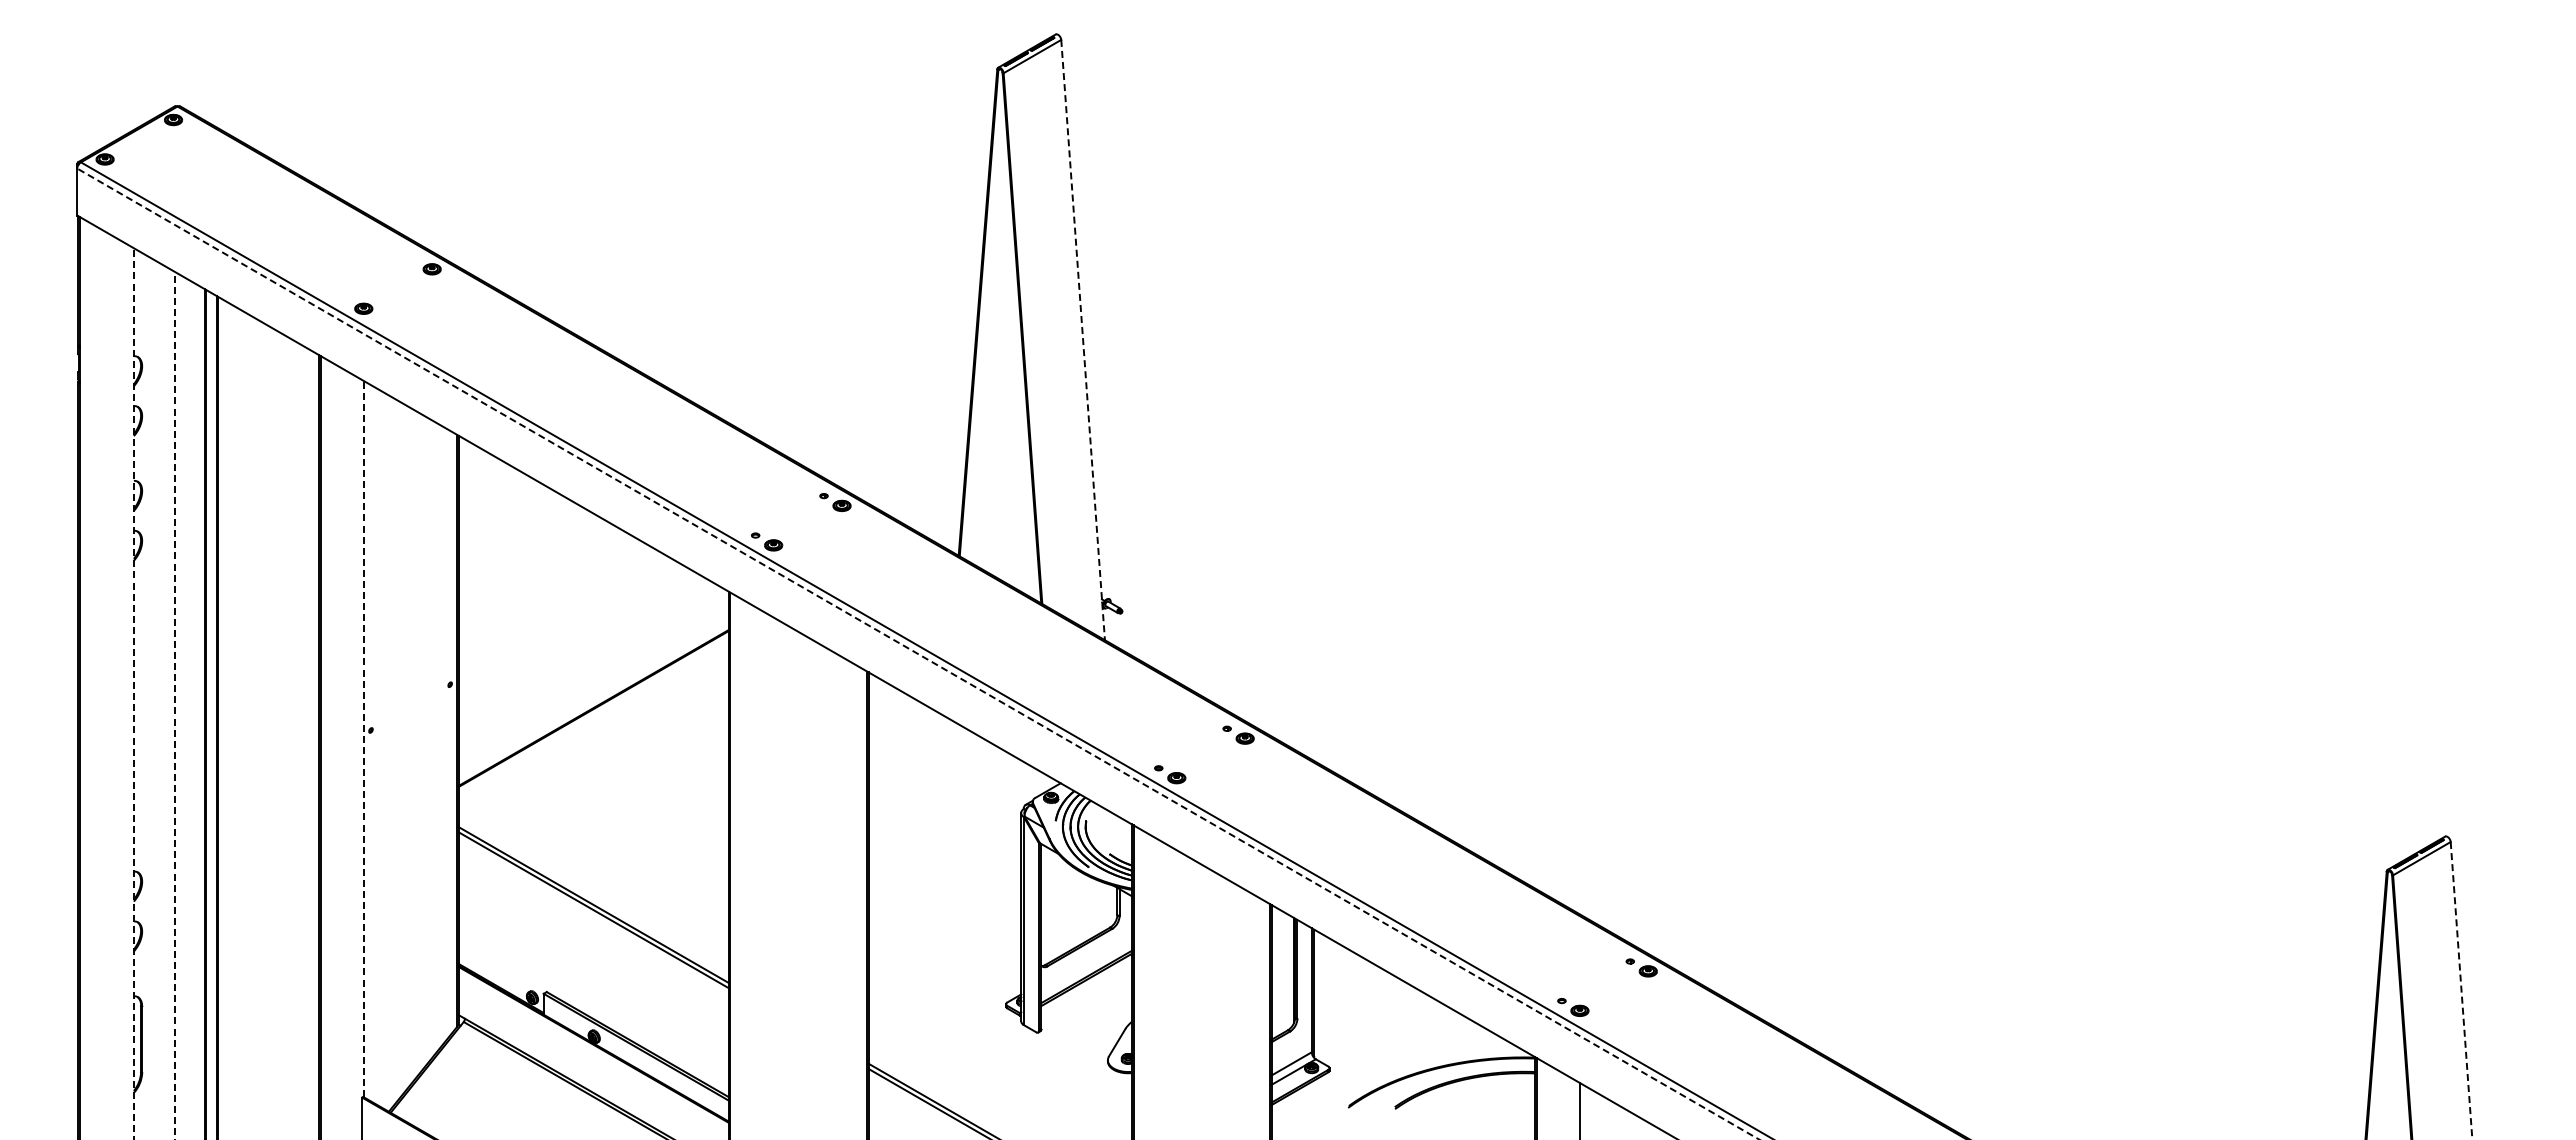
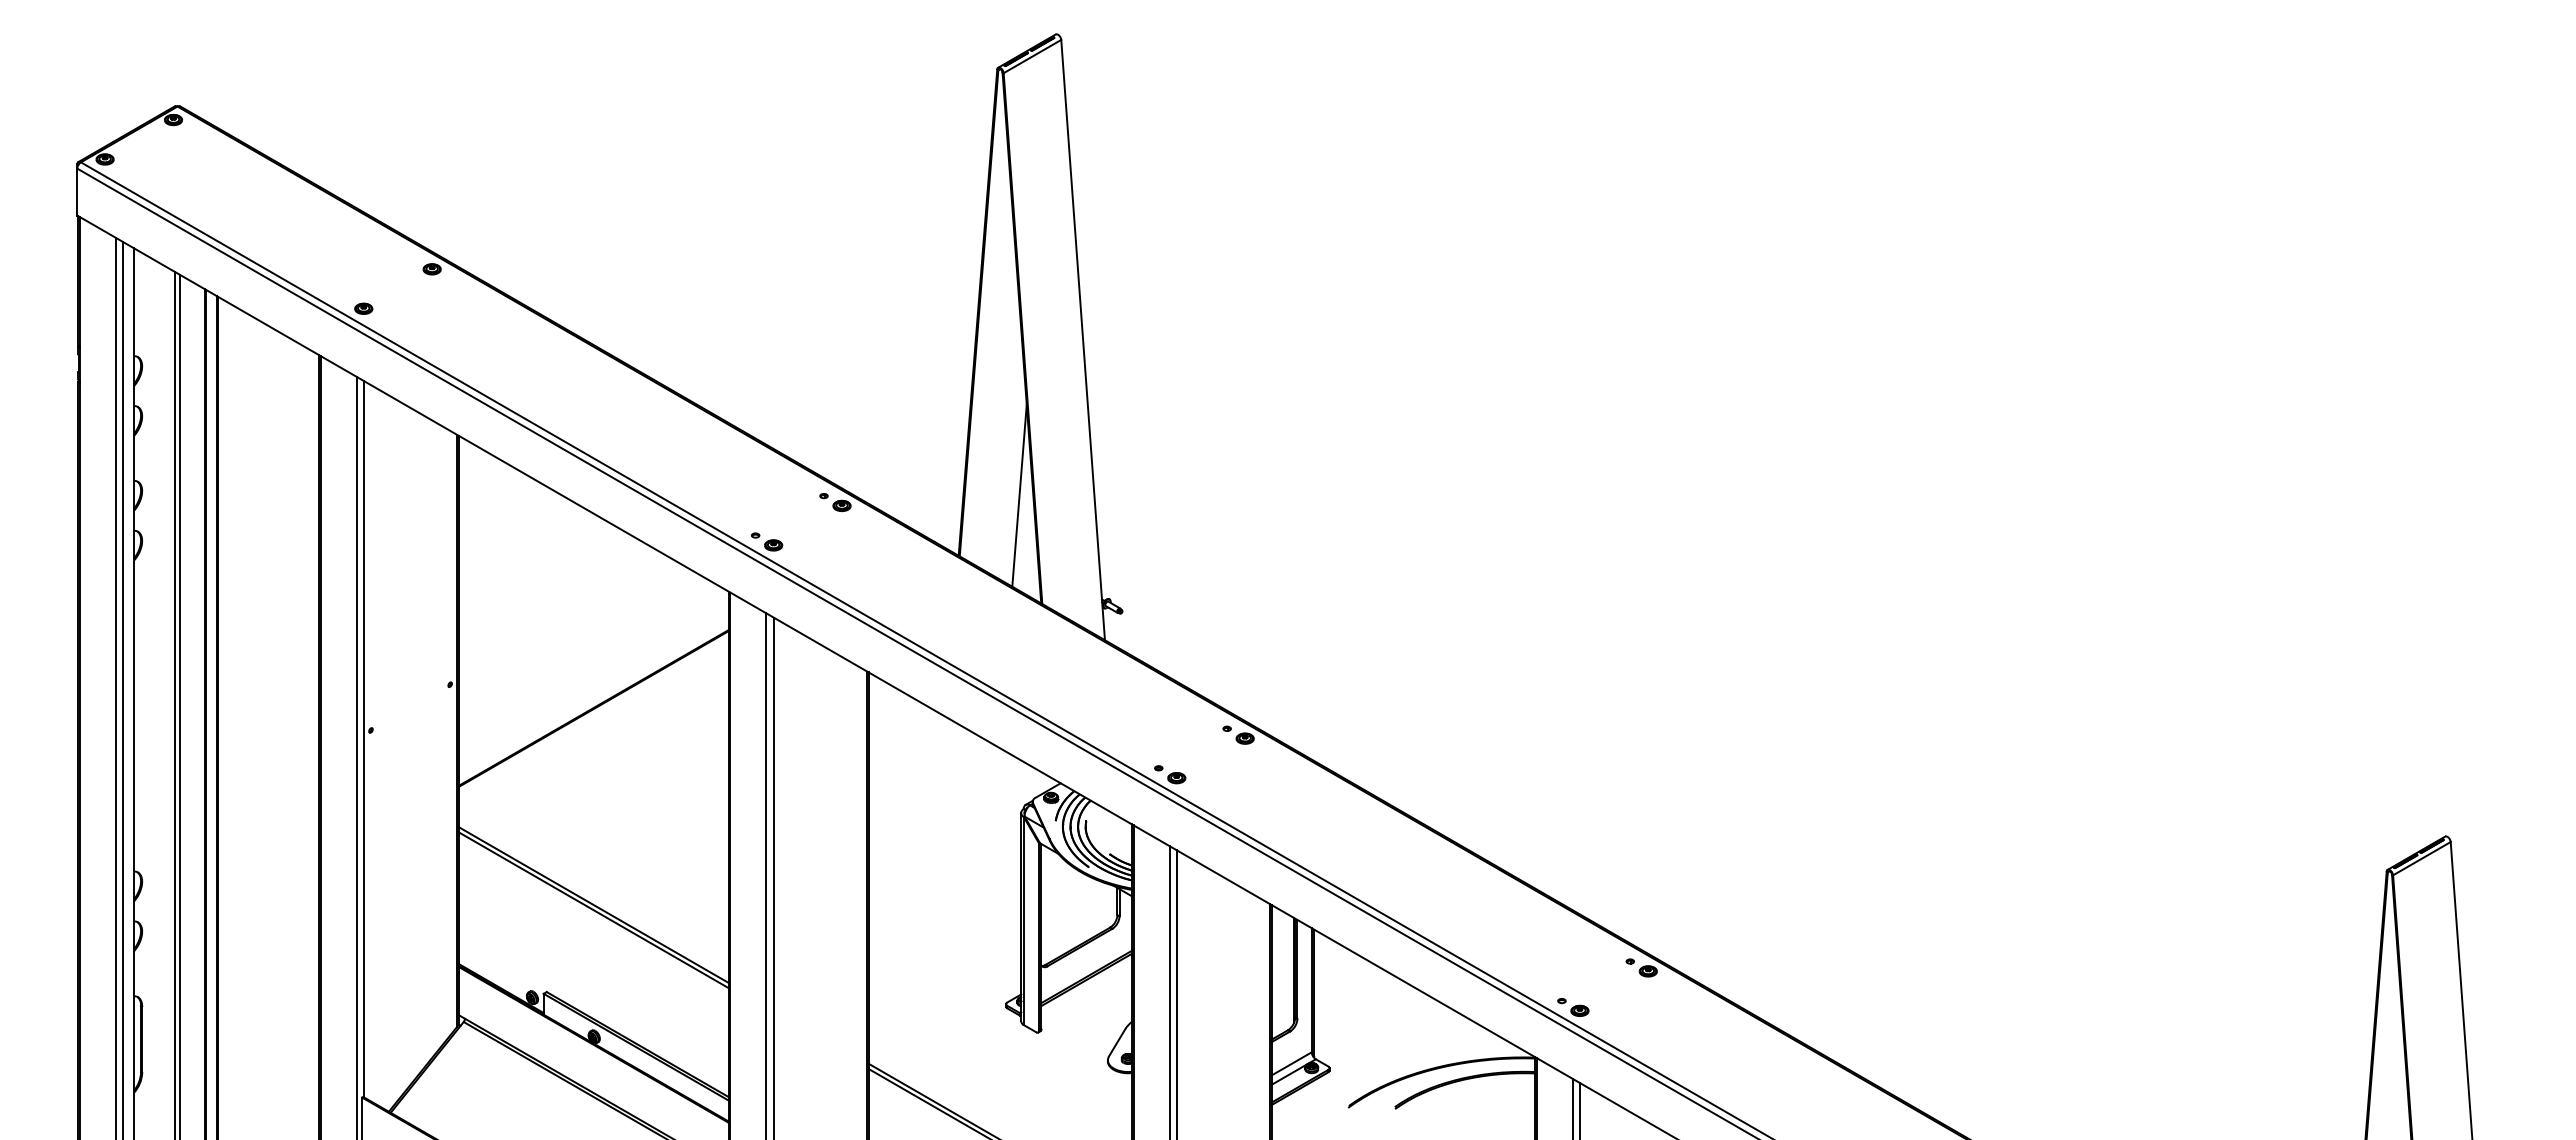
line at (1083, 340): dashed -> solid
line at (1019, 495): none -> present
line at (918, 653): dashed -> solid
line at (115, 686): none -> present
line at (123, 689): none -> present
line at (133, 694): dashed -> solid
line at (174, 705): dashed -> solid
line at (179, 705): none -> present
line at (363, 738): dashed -> solid
line at (356, 756): none -> present
line at (766, 874): none -> present
line at (773, 876): none -> present
line at (1169, 991): none -> present
line at (2461, 991): dashed -> solid
line at (1176, 993): none -> present
line at (1572, 1107): none -> present
